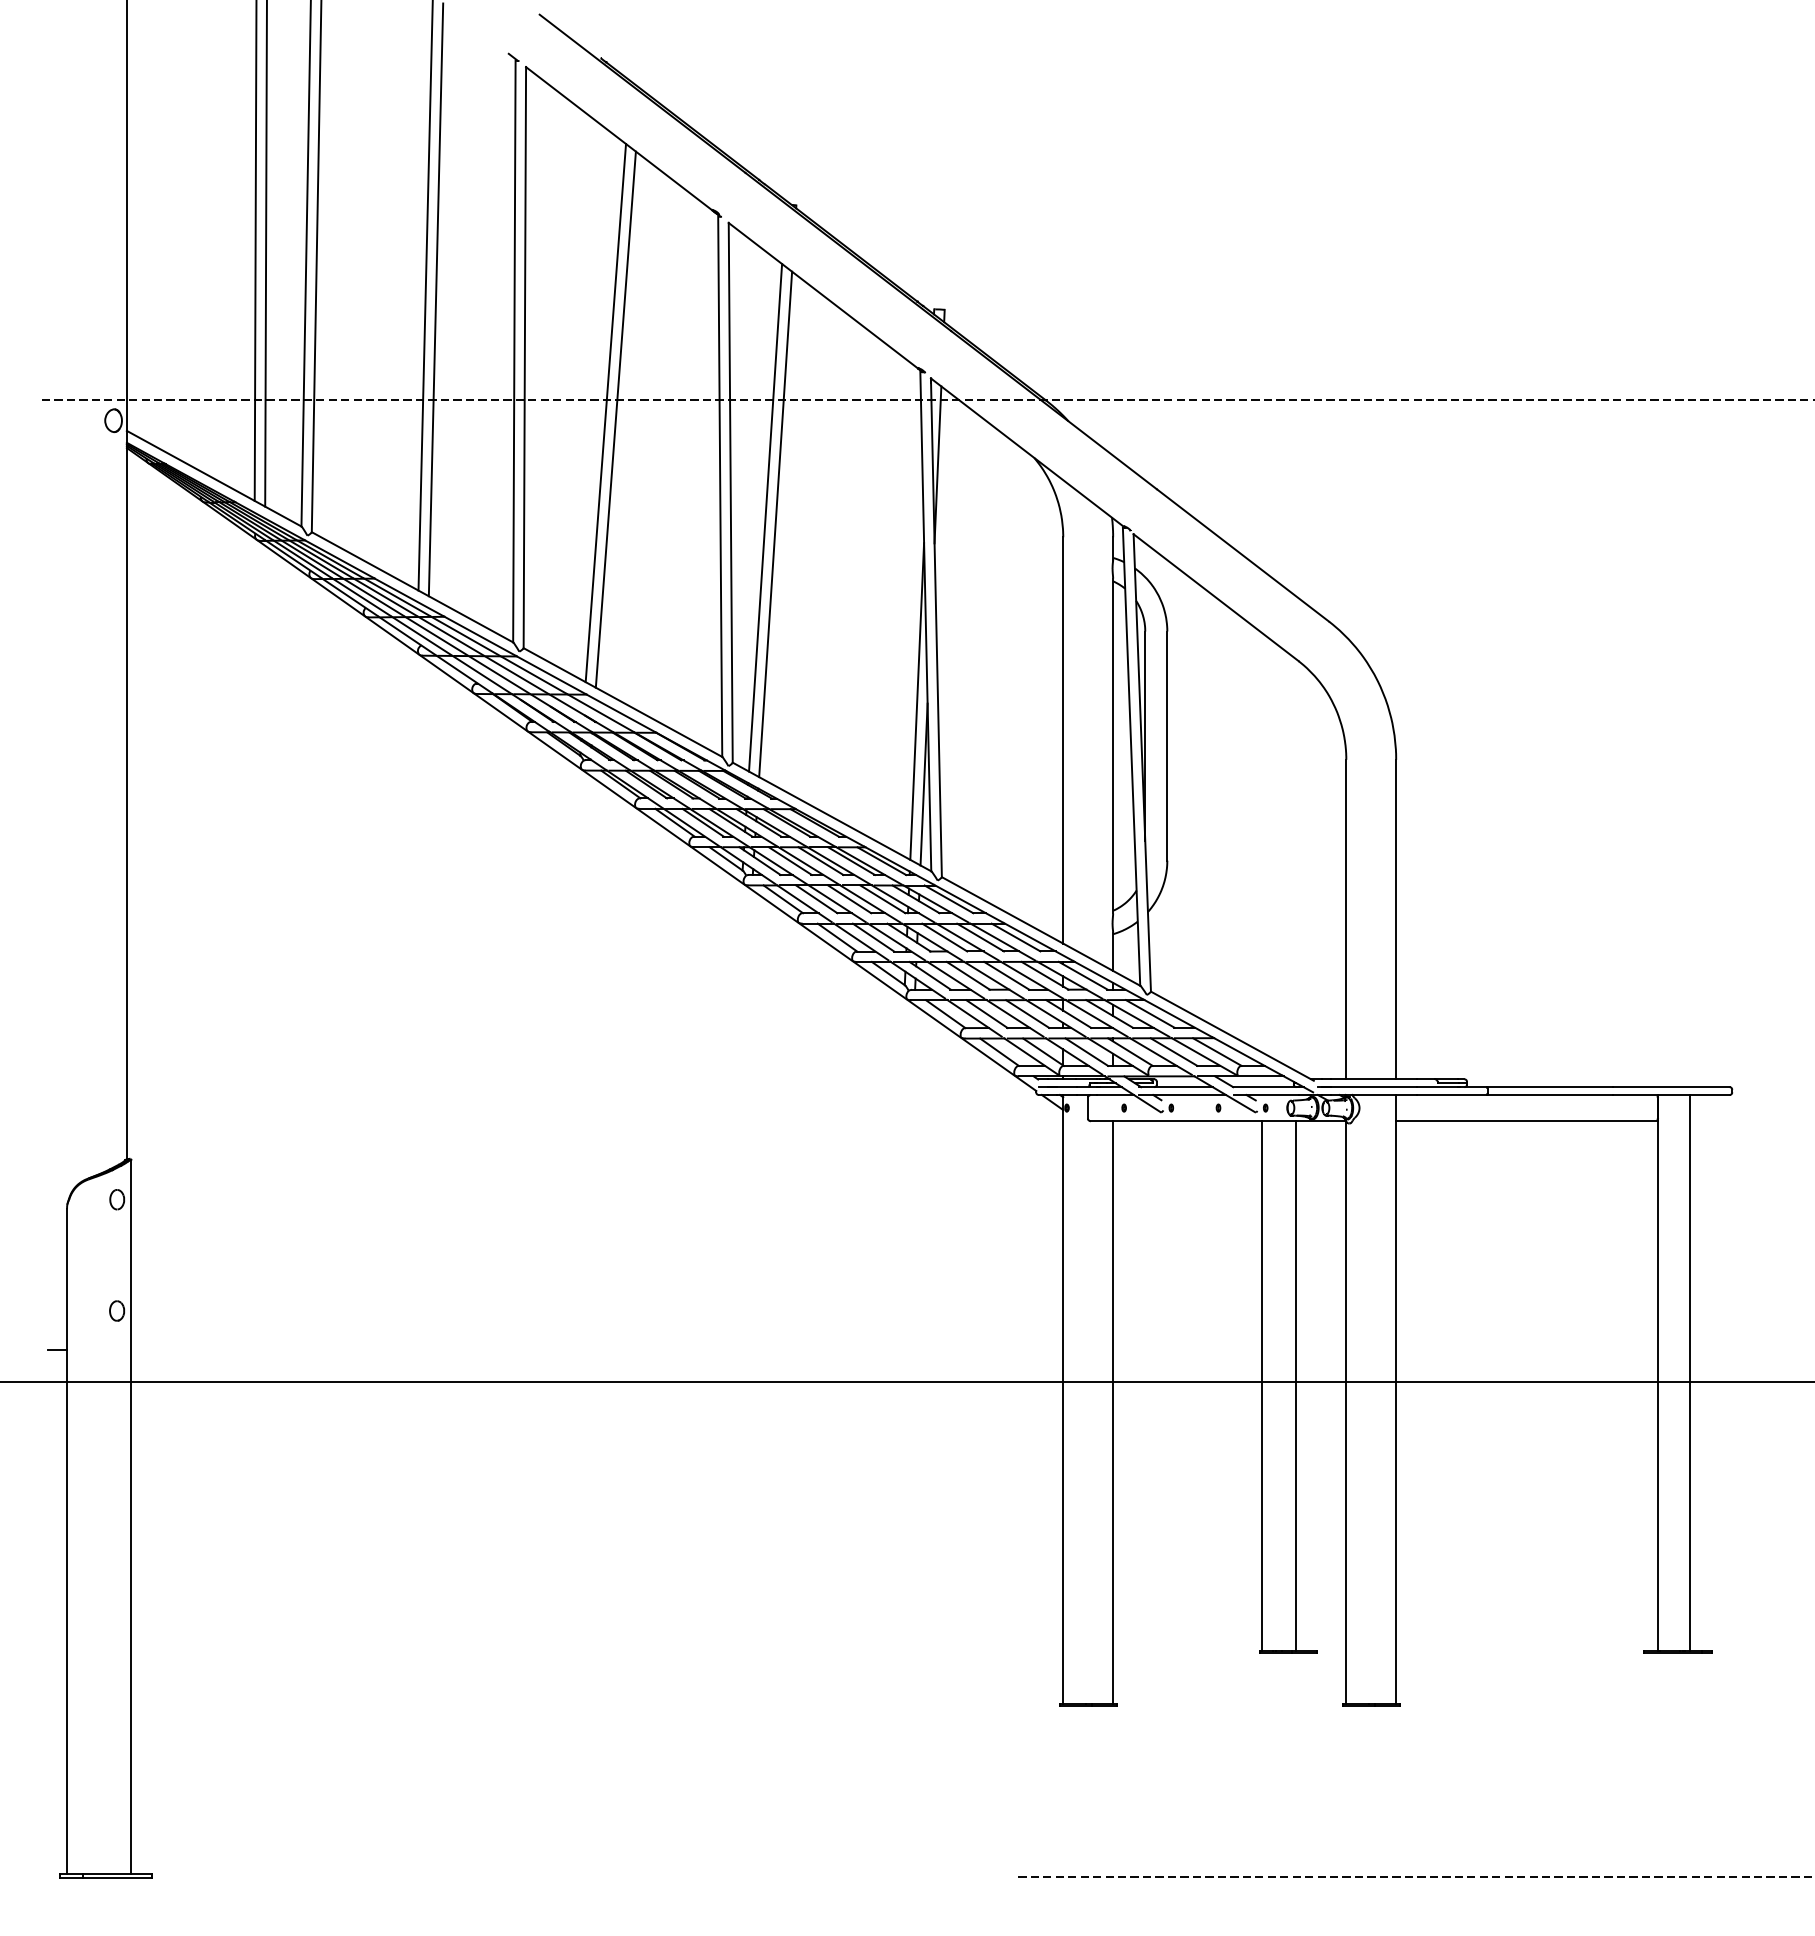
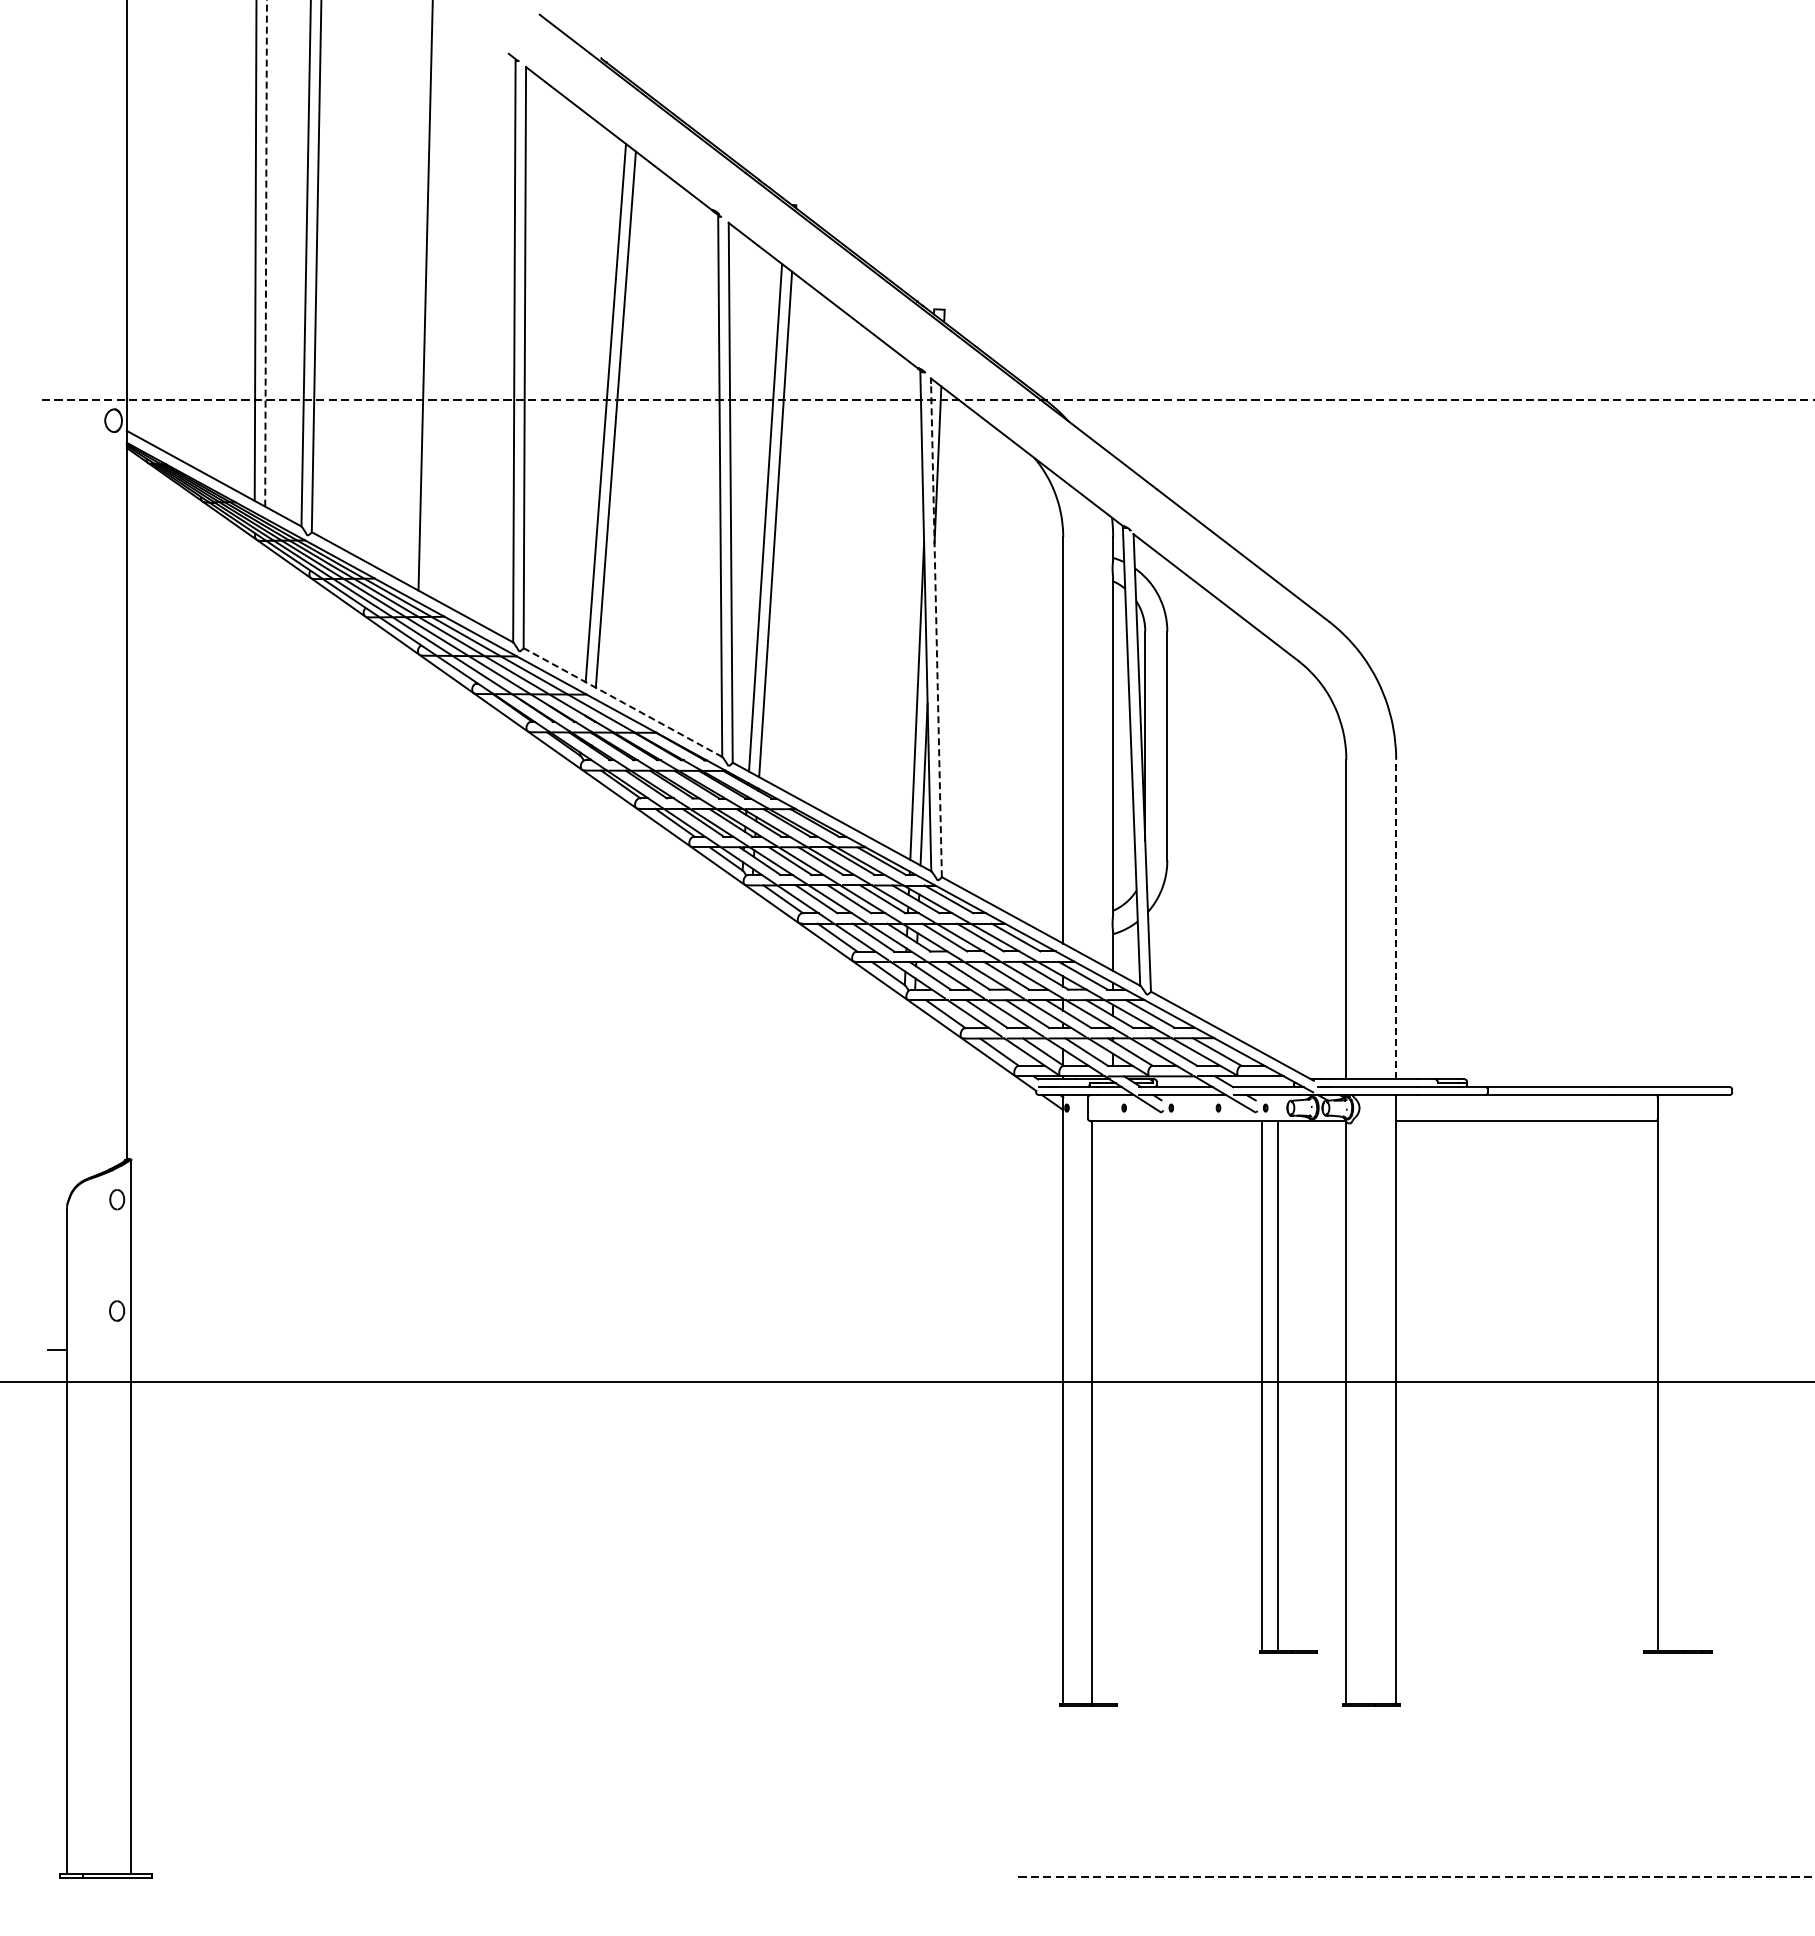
line at (266, 252): solid -> dashed
line at (435, 299): present -> none
line at (936, 627): solid -> dashed
line at (622, 702): solid -> dashed
line at (1396, 919): solid -> dashed
line at (1690, 1373): present -> none
line at (1295, 1386) position: (1295, 1386) -> (1277, 1386)
line at (1113, 1412) position: (1113, 1412) -> (1092, 1412)
